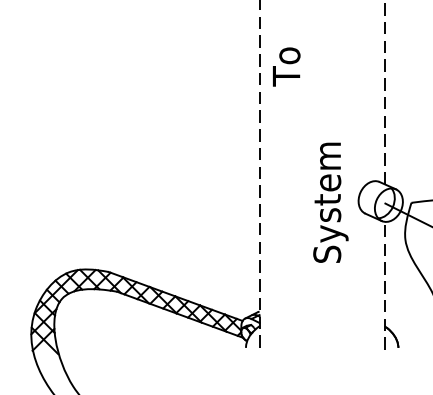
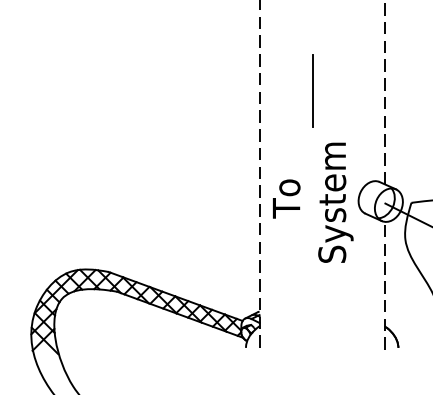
text at (286, 66) position: (286, 66) -> (286, 198)
line at (313, 90): none -> present
text at (330, 202) position: (330, 202) -> (335, 202)
